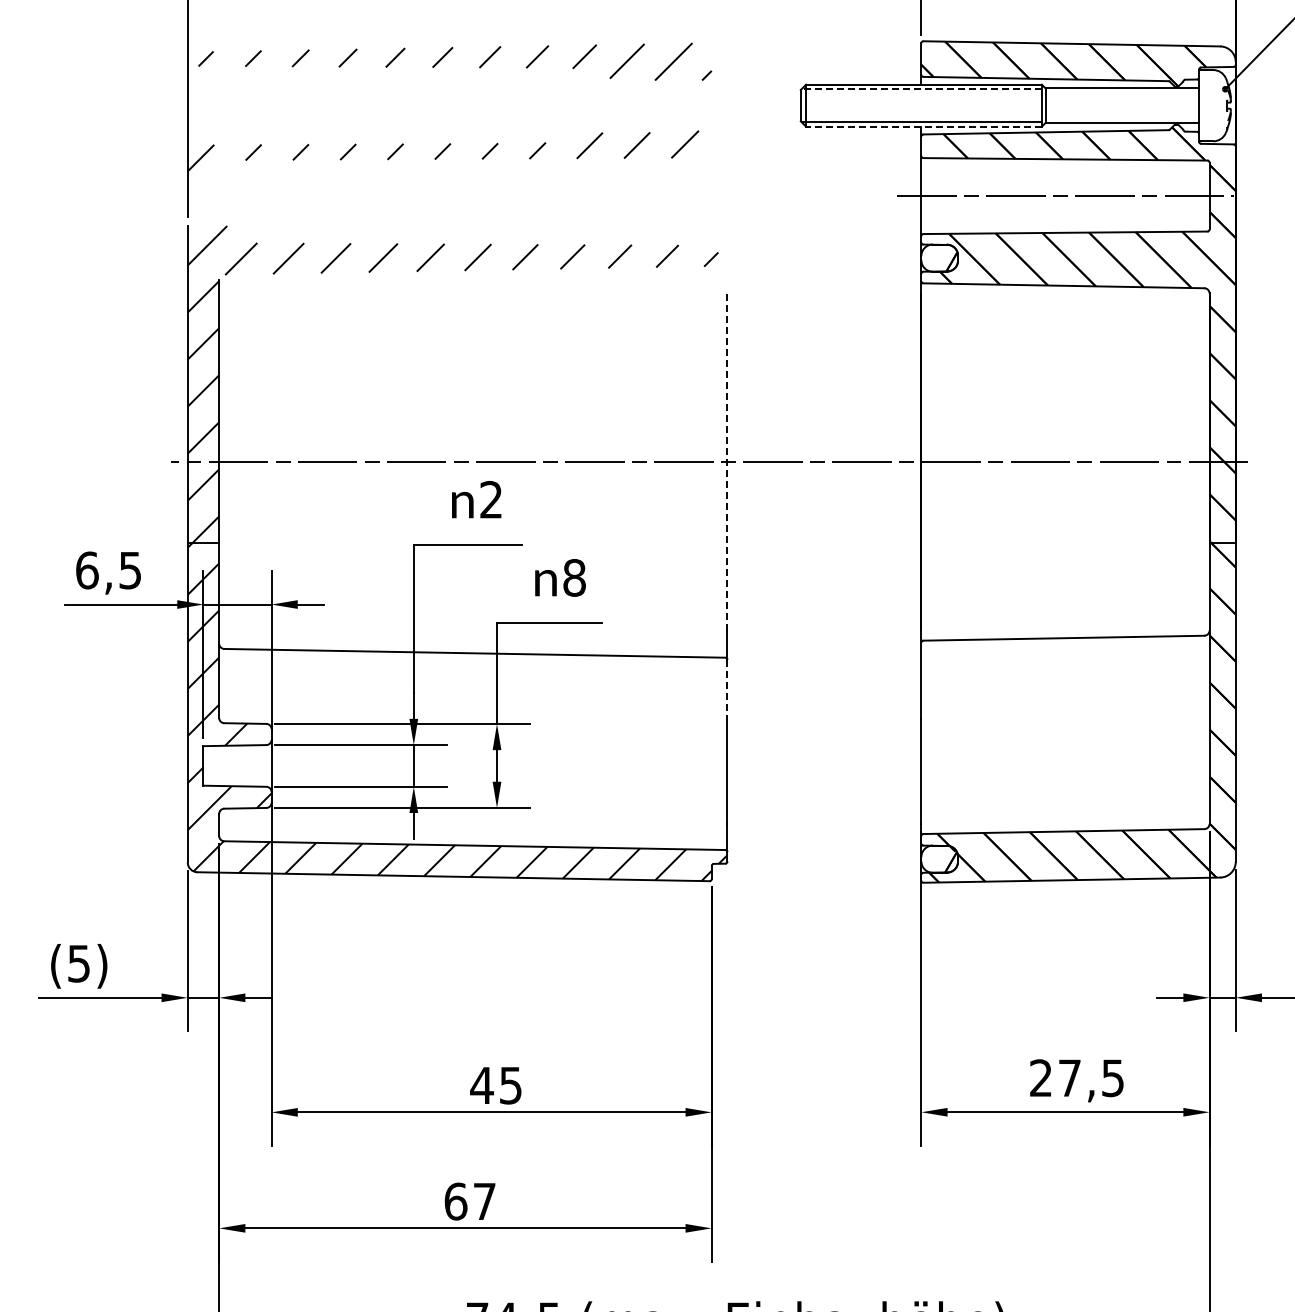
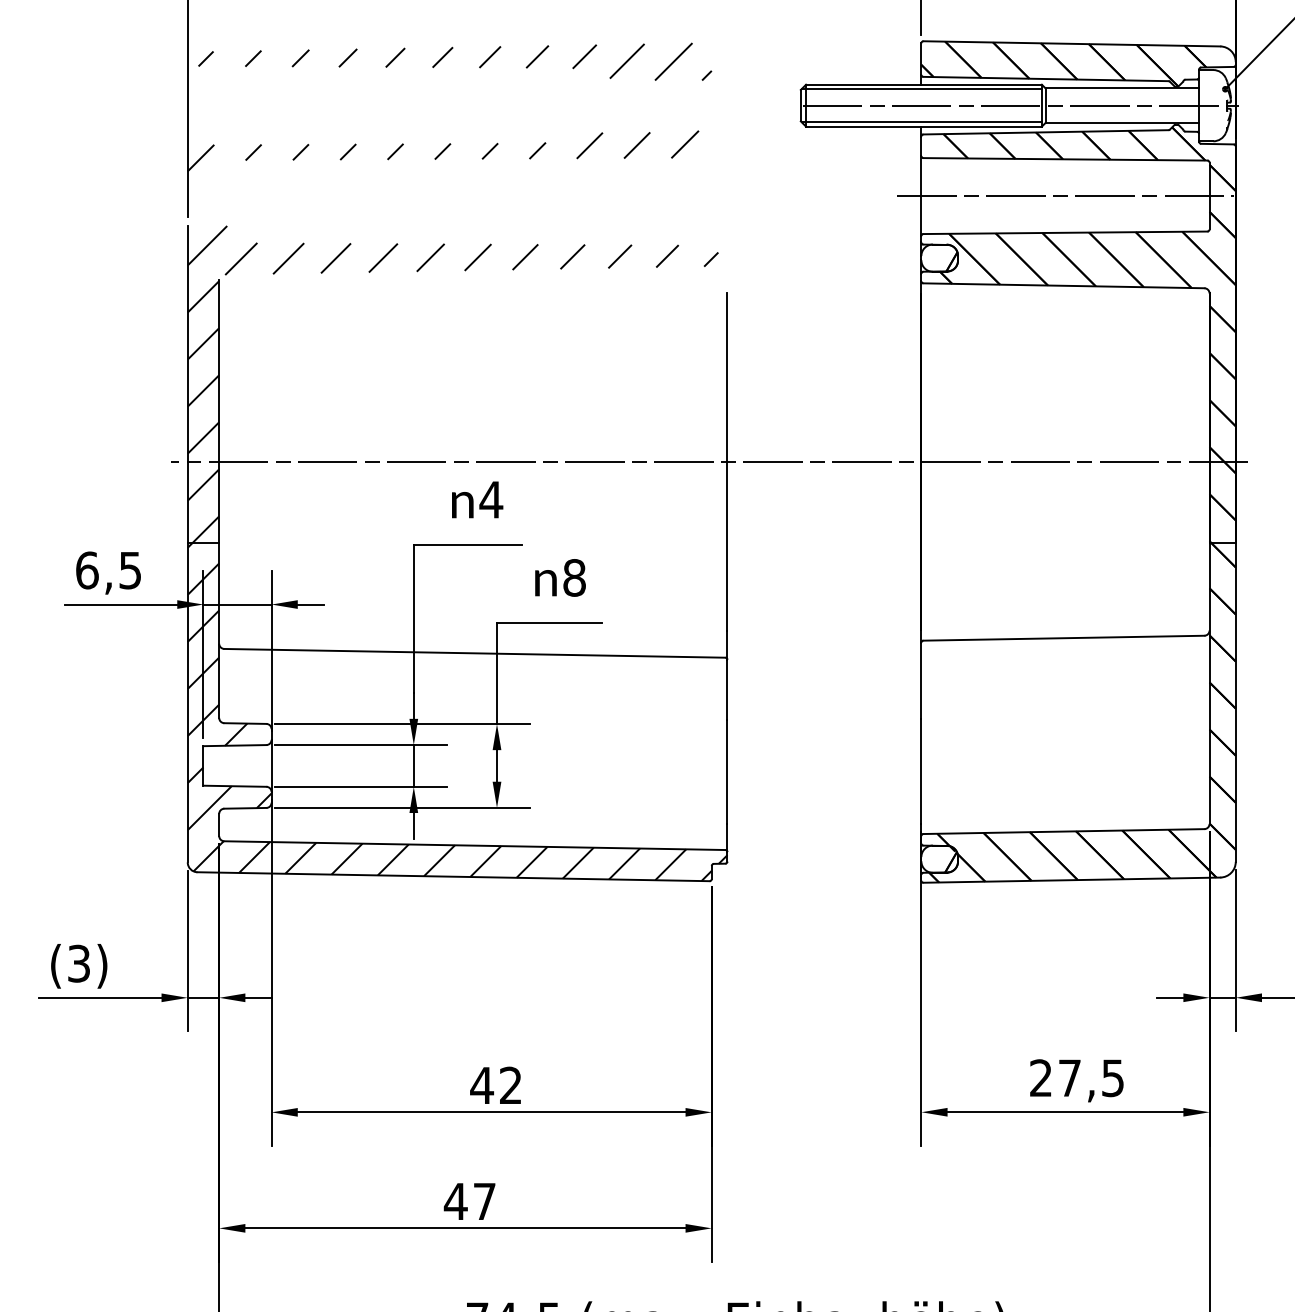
line at (921, 89): dashed -> solid
line at (1020, 105): none -> present
line at (923, 126): dashed -> solid
line at (727, 461): dashed -> solid
text at (491, 499): 2 -> 4
line at (727, 690): dashed -> solid
text at (78, 962): (5) -> (3)
text at (510, 1085): 45 -> 42
text at (455, 1201): 67 -> 47
